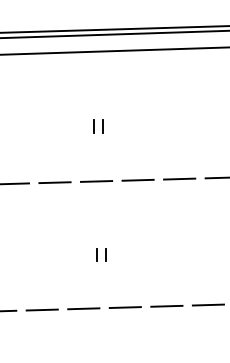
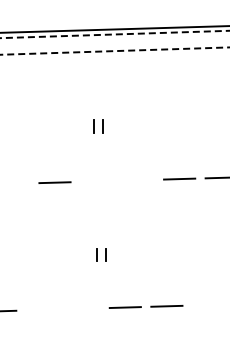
line at (114, 34): solid -> dashed
line at (115, 51): solid -> dashed
line at (137, 179): present -> none
line at (96, 181): present -> none
line at (15, 183): present -> none
line at (207, 304): present -> none
line at (83, 308): present -> none
line at (41, 309): present -> none
